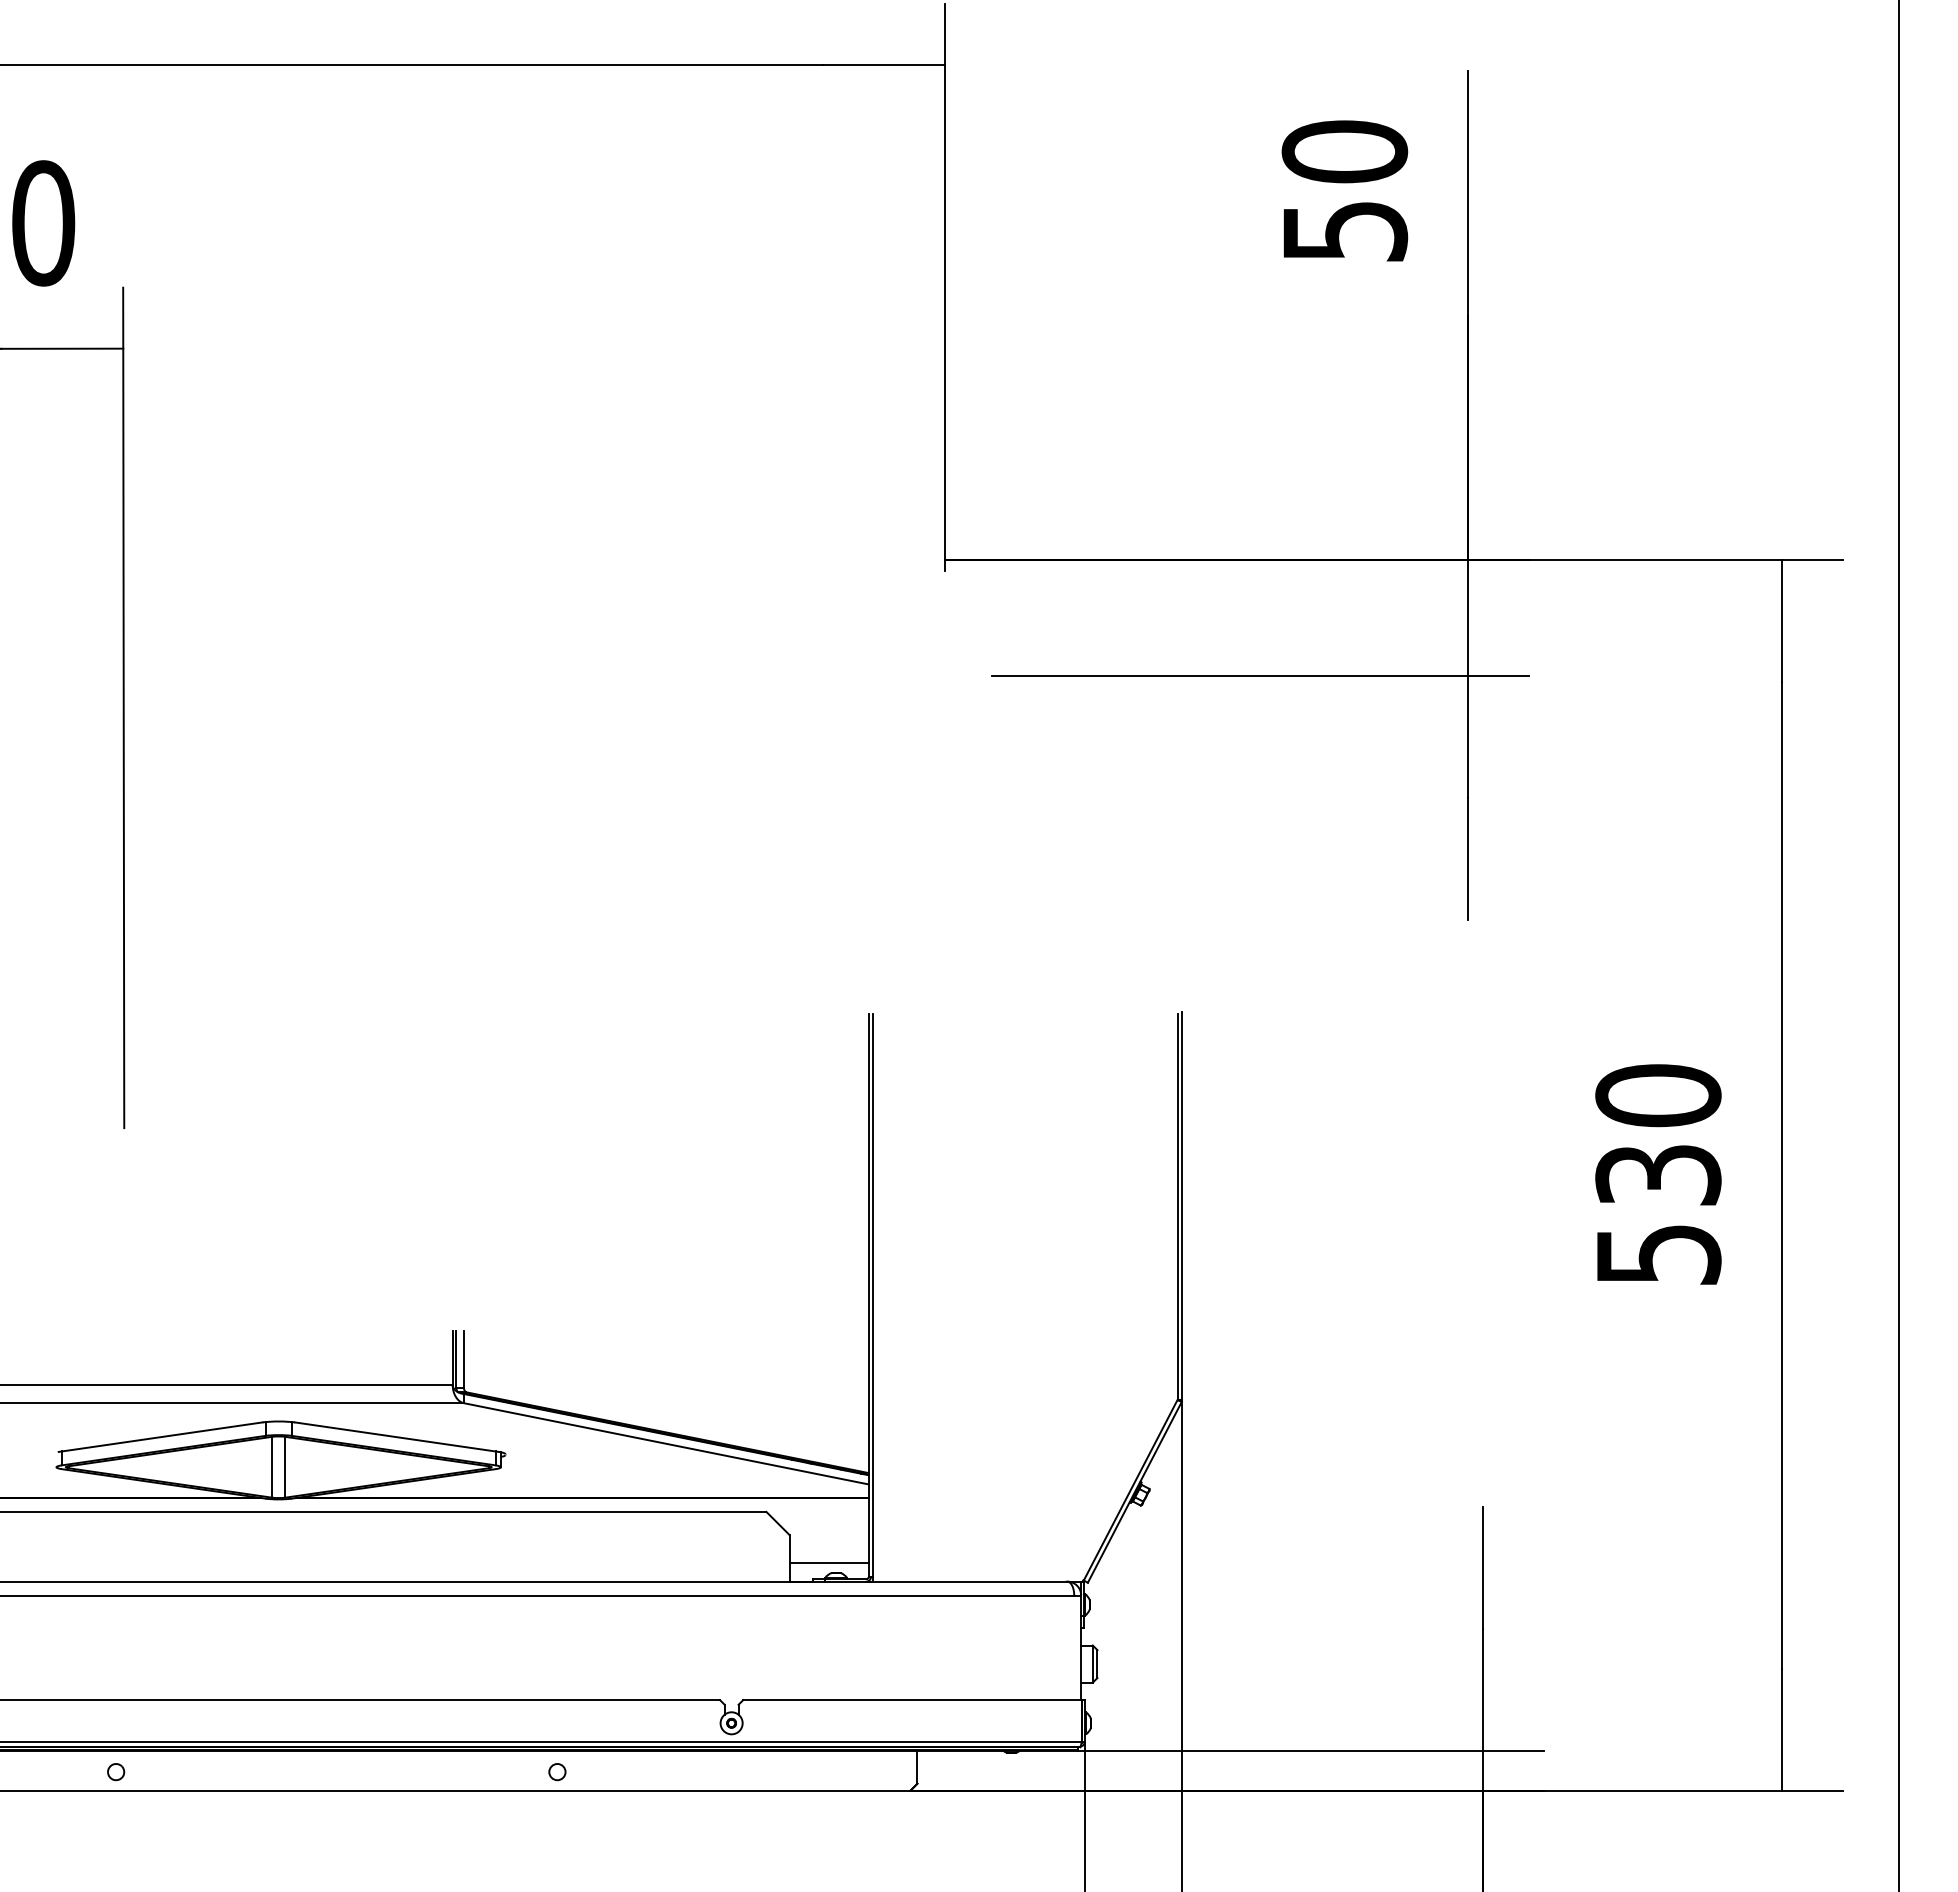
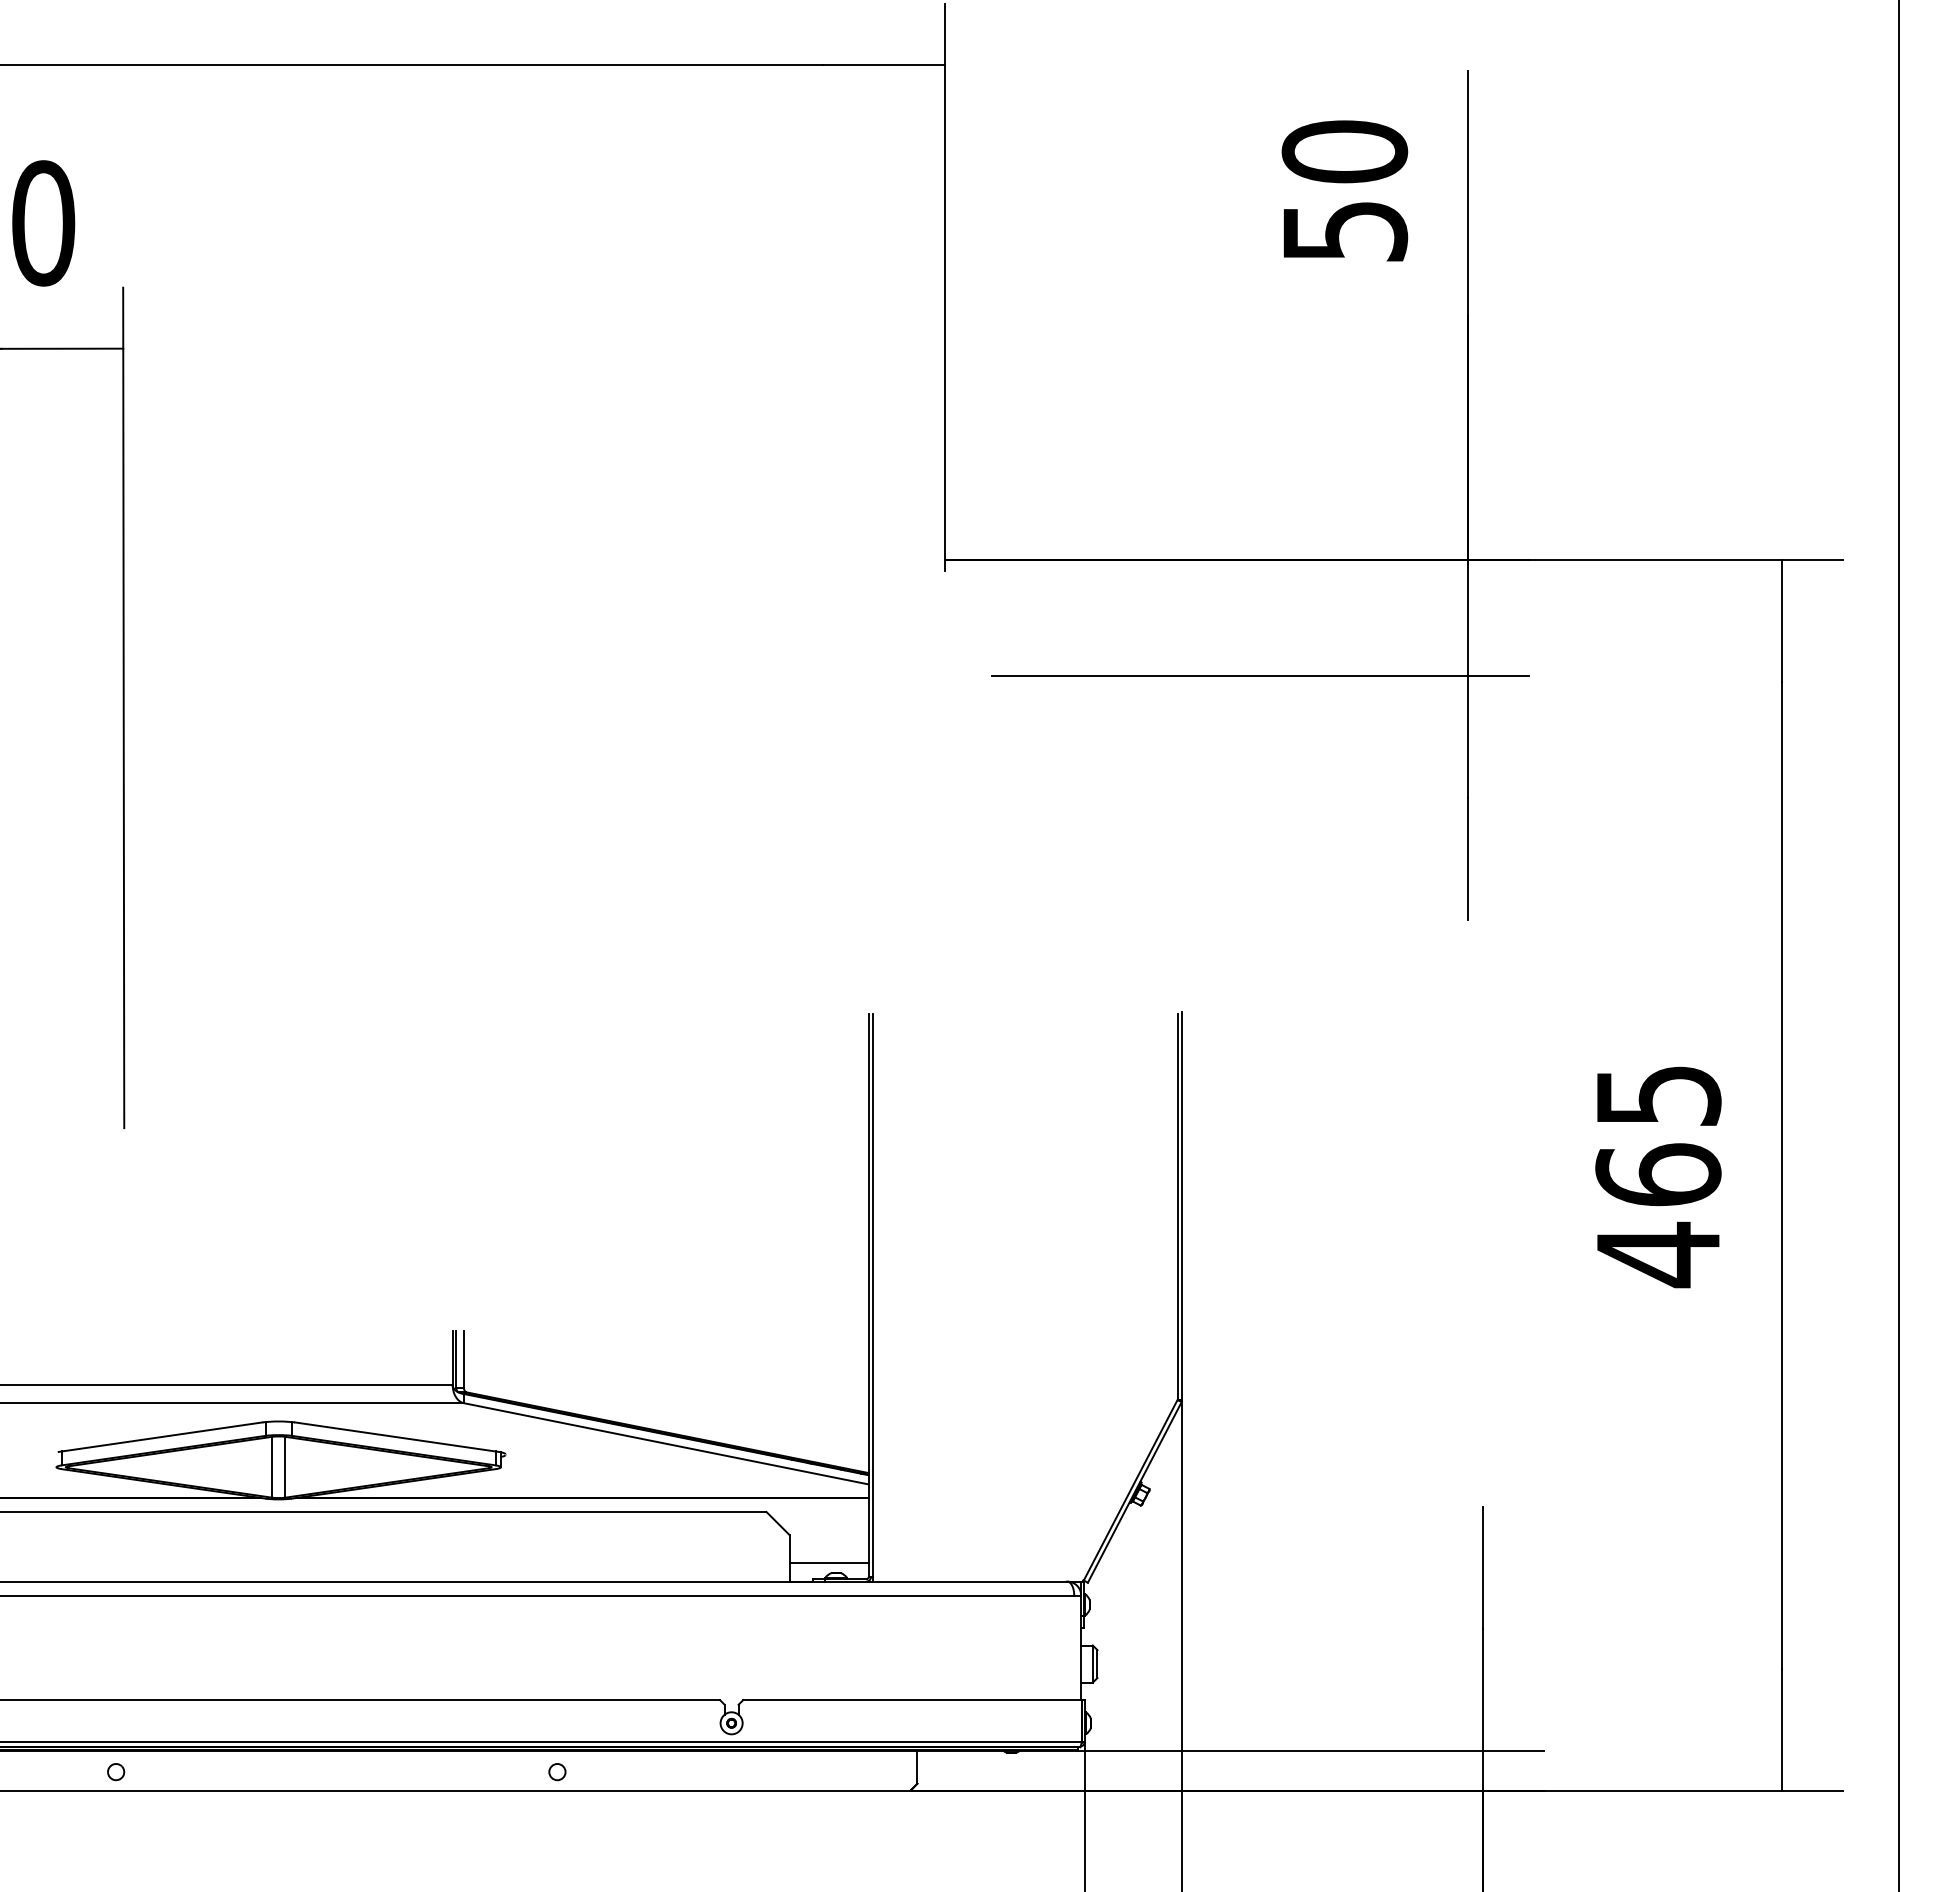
text at (1658, 1176): 530 -> 465
